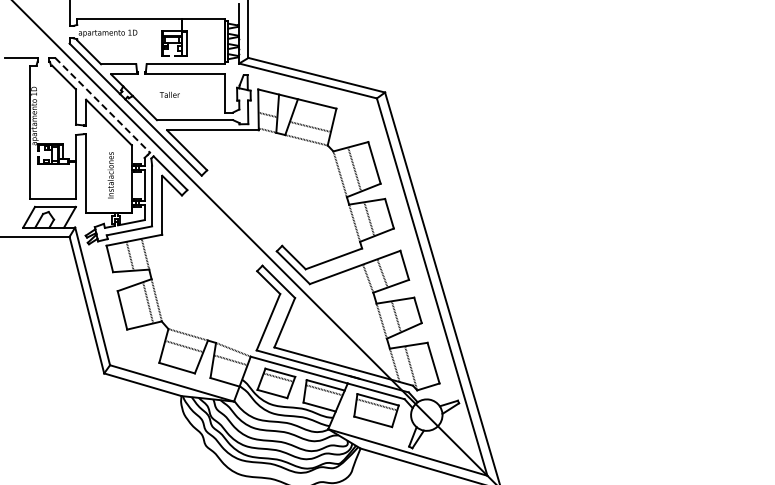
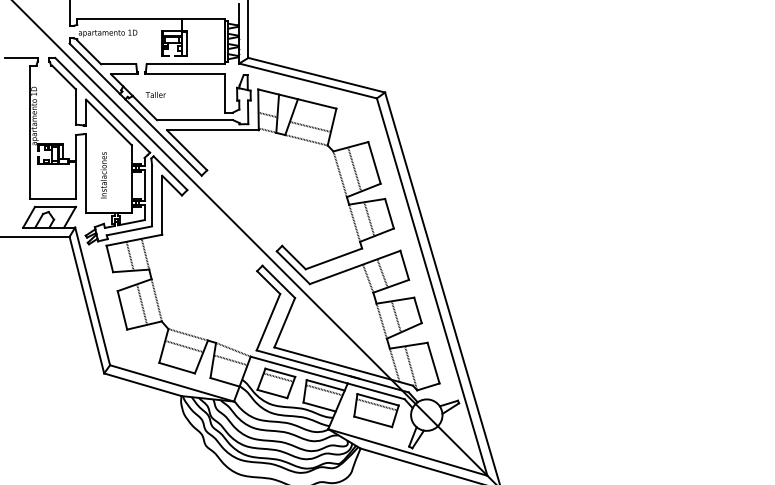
text at (169, 94) position: (169, 94) -> (155, 94)
line at (102, 105): dashed -> solid
text at (110, 175) position: (110, 175) -> (103, 175)
line at (147, 302) position: (147, 302) -> (141, 304)
